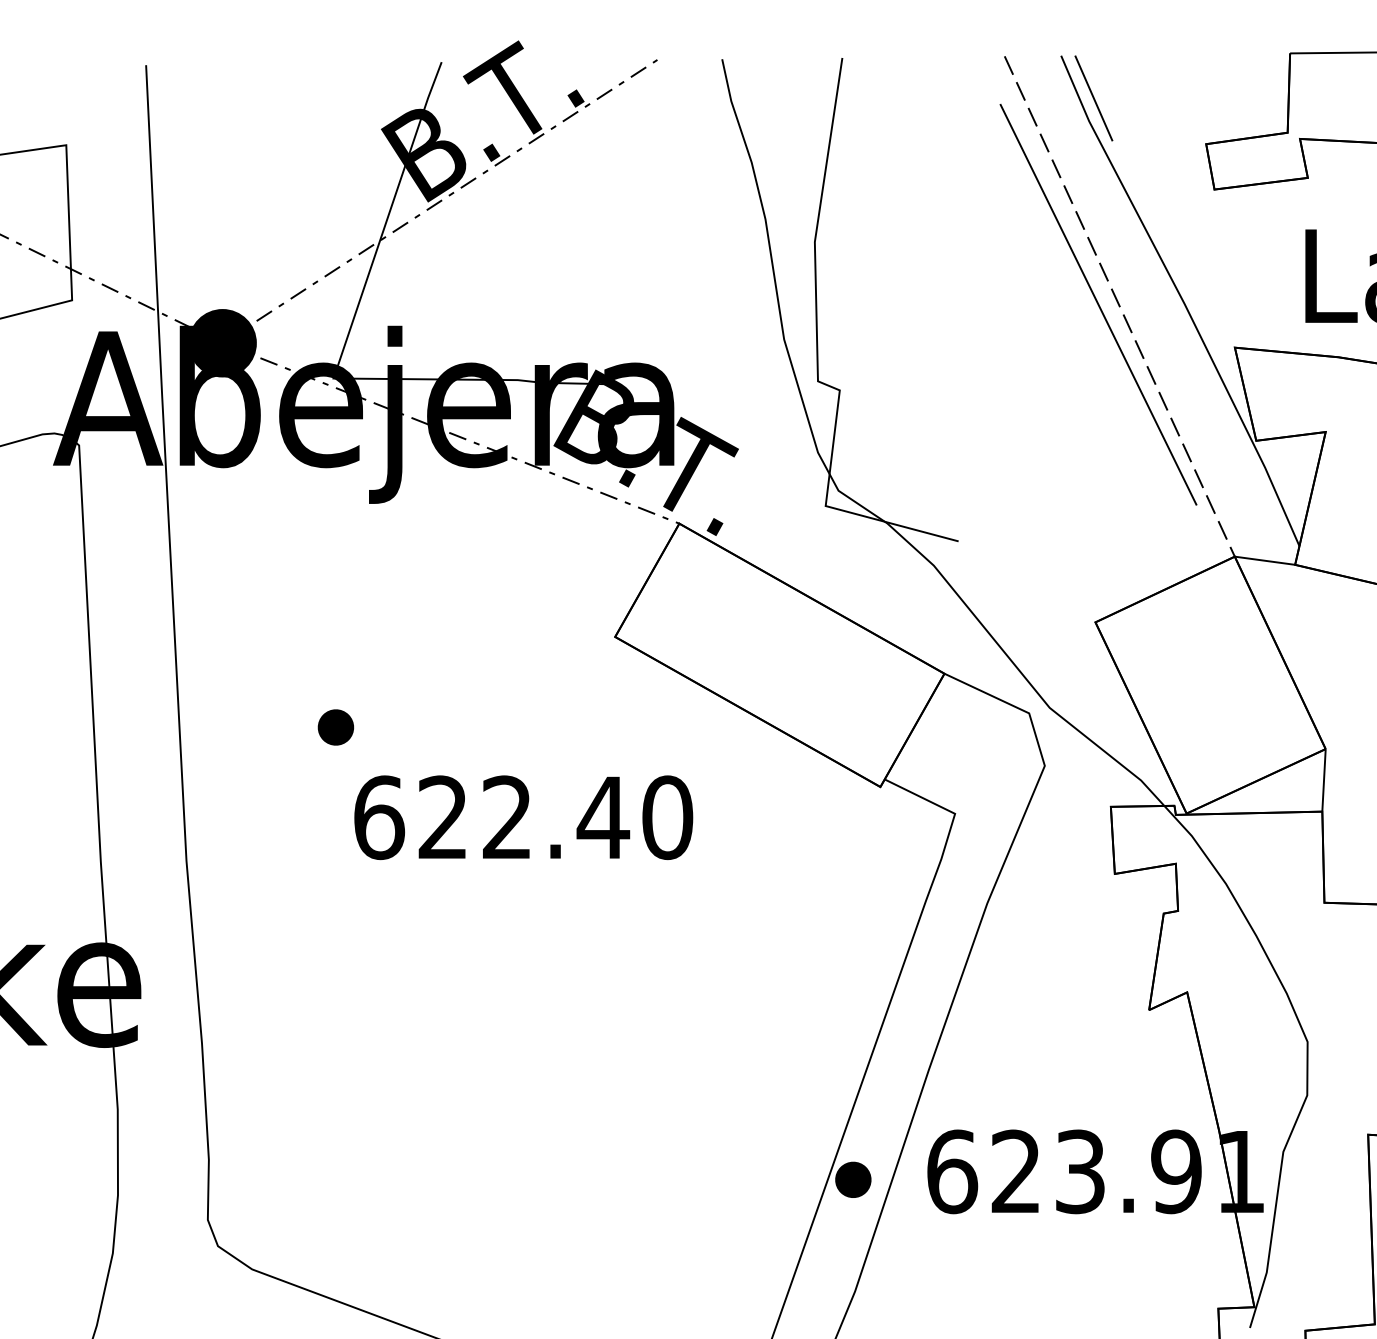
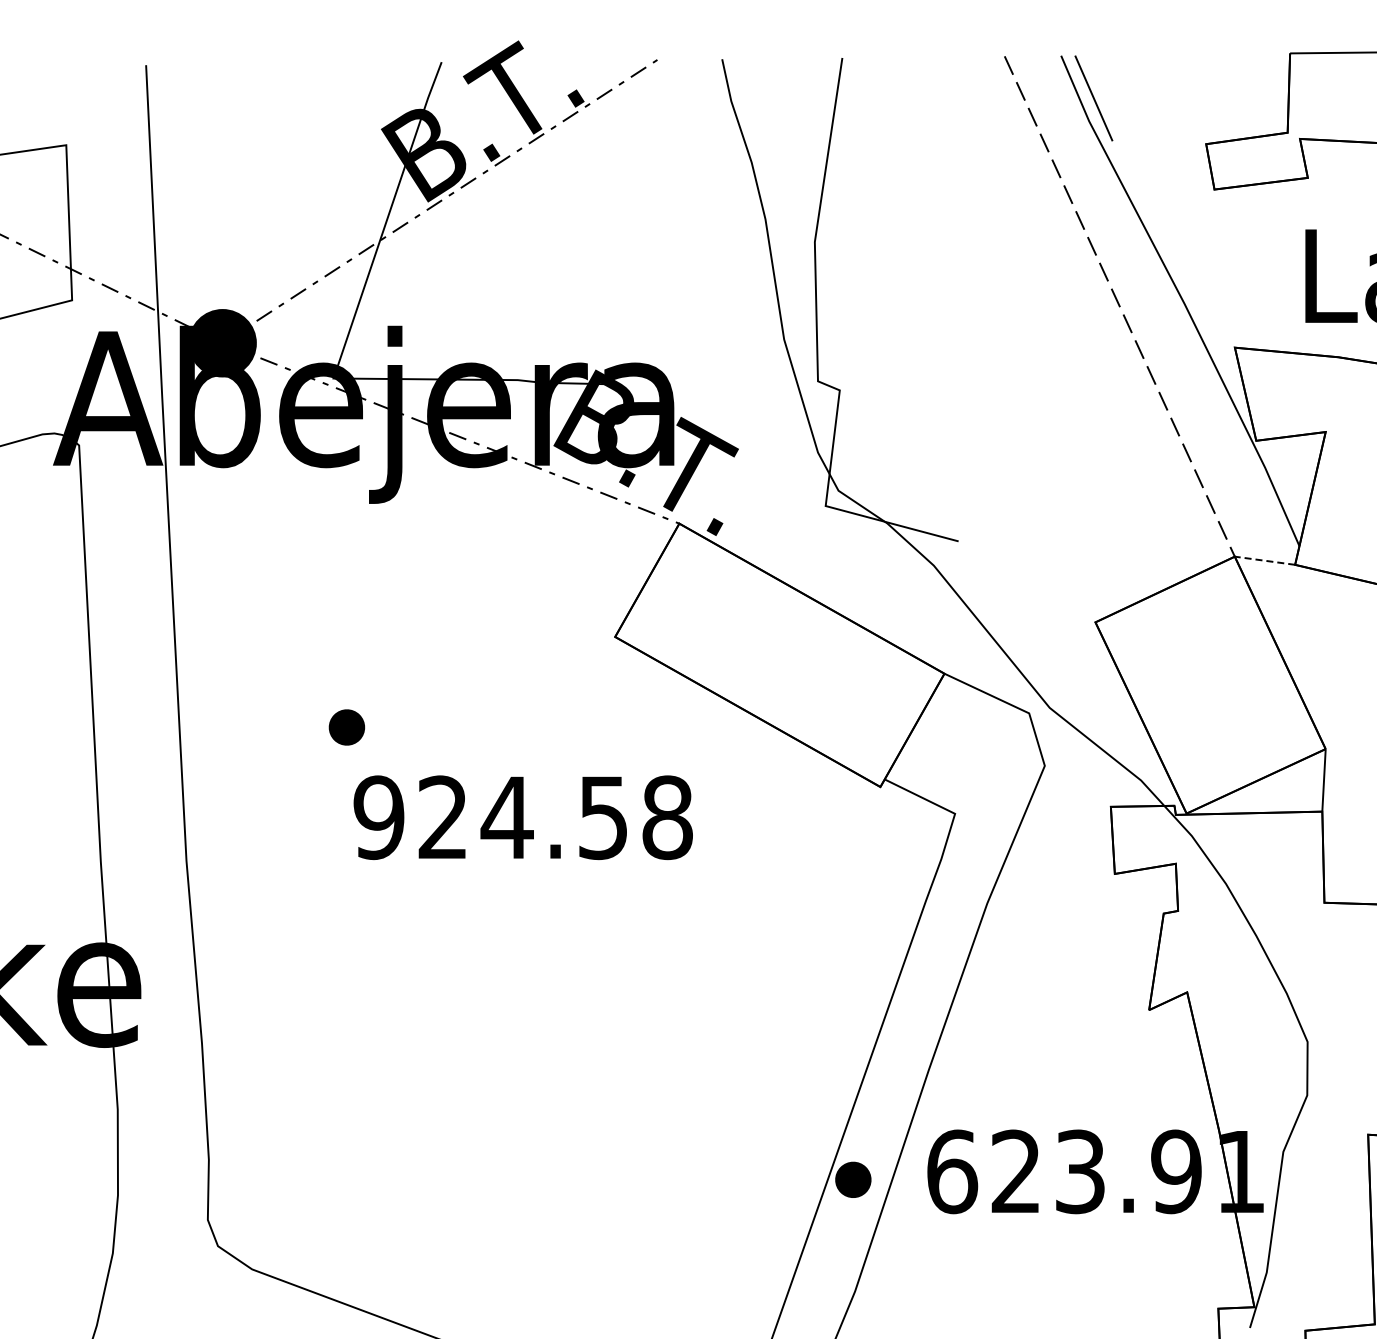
line at (1098, 304): present -> none
line at (1264, 560): solid -> dashed
part at (335, 727) position: (335, 727) -> (346, 727)
text at (523, 817): 622.40 -> 924.58
